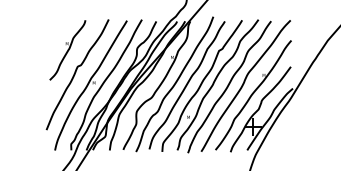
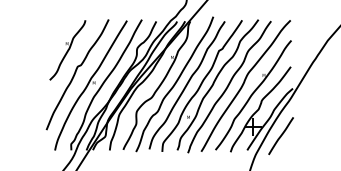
line at (280, 136): none -> present
